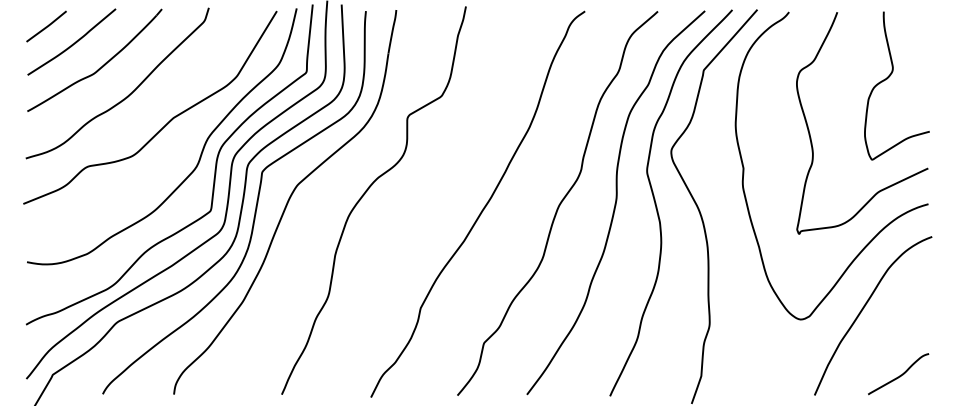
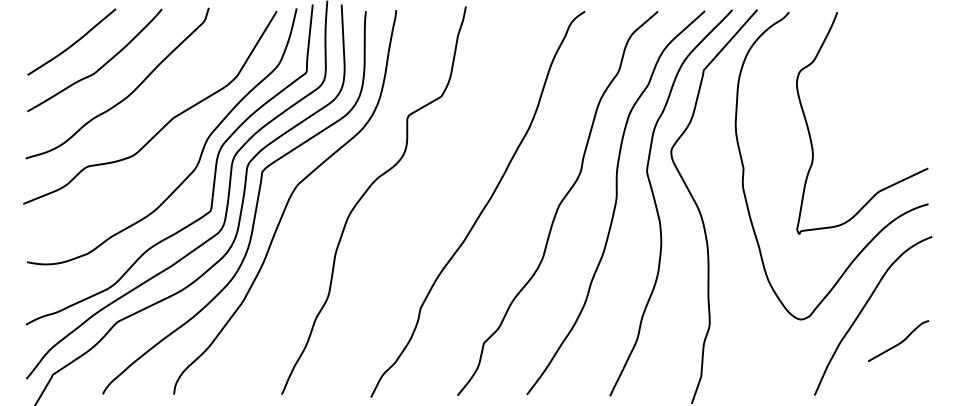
line at (46, 26): present -> none
curve at (889, 77): present -> none
curve at (899, 375) position: (899, 375) -> (899, 342)
